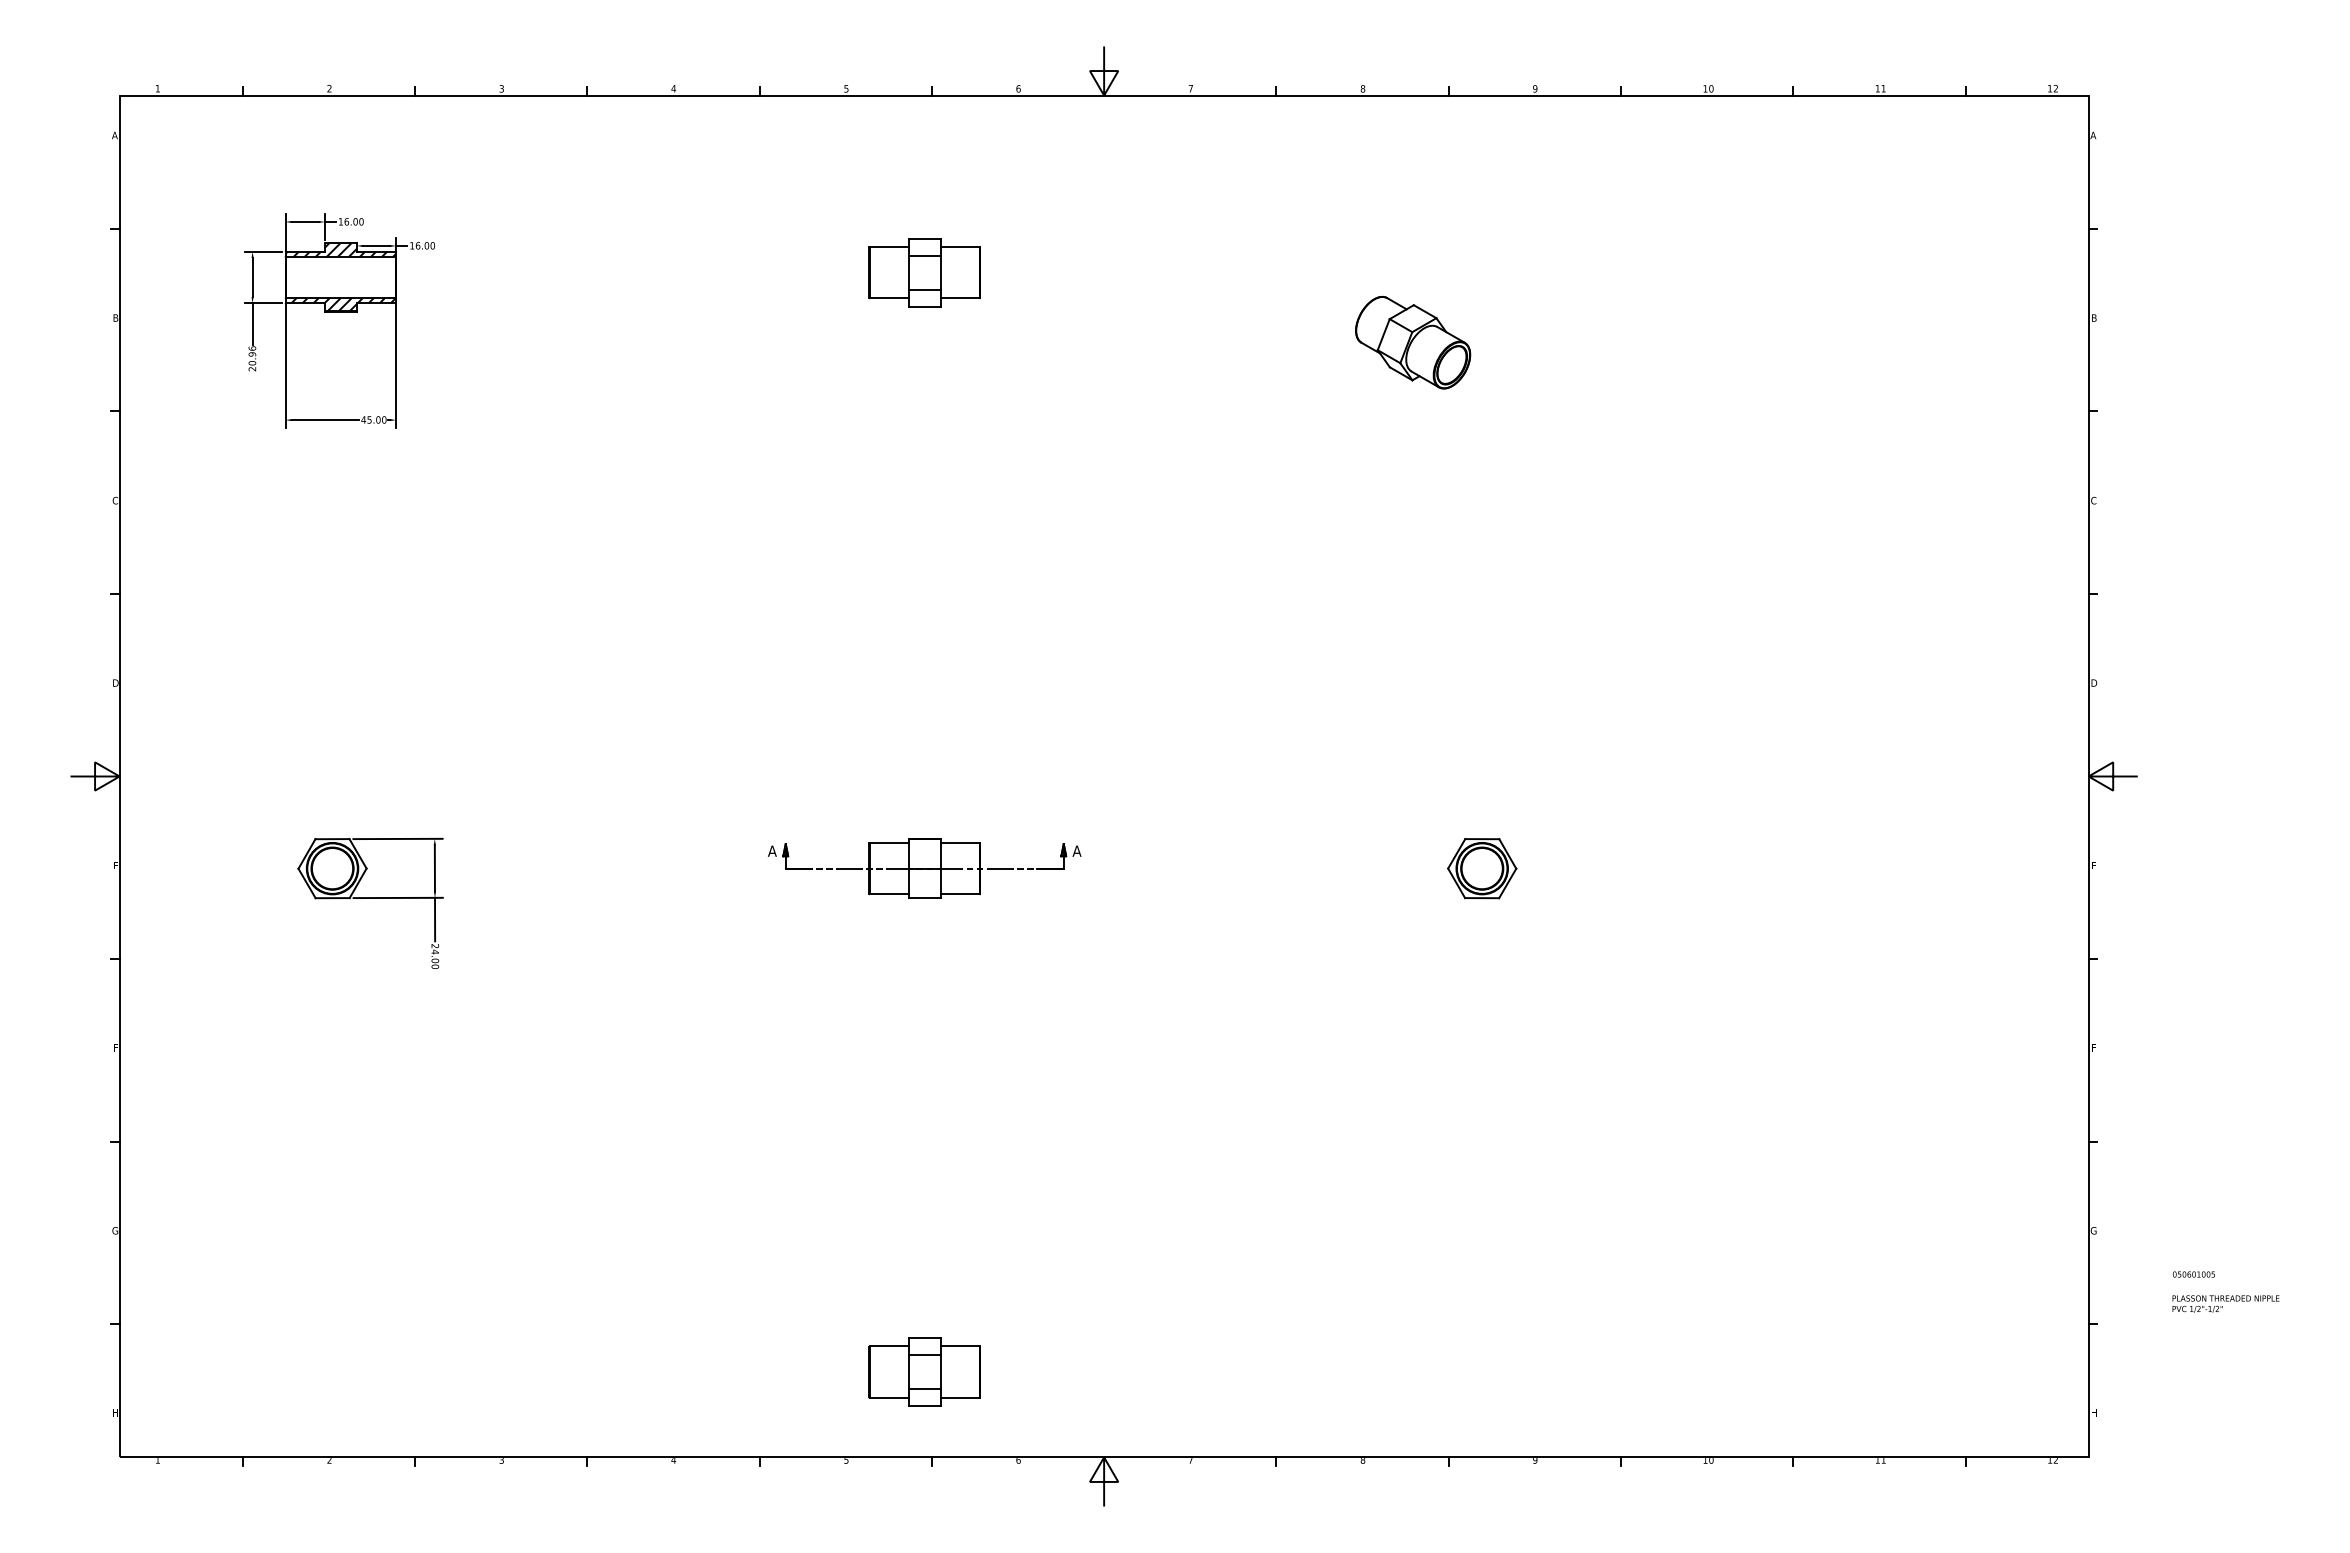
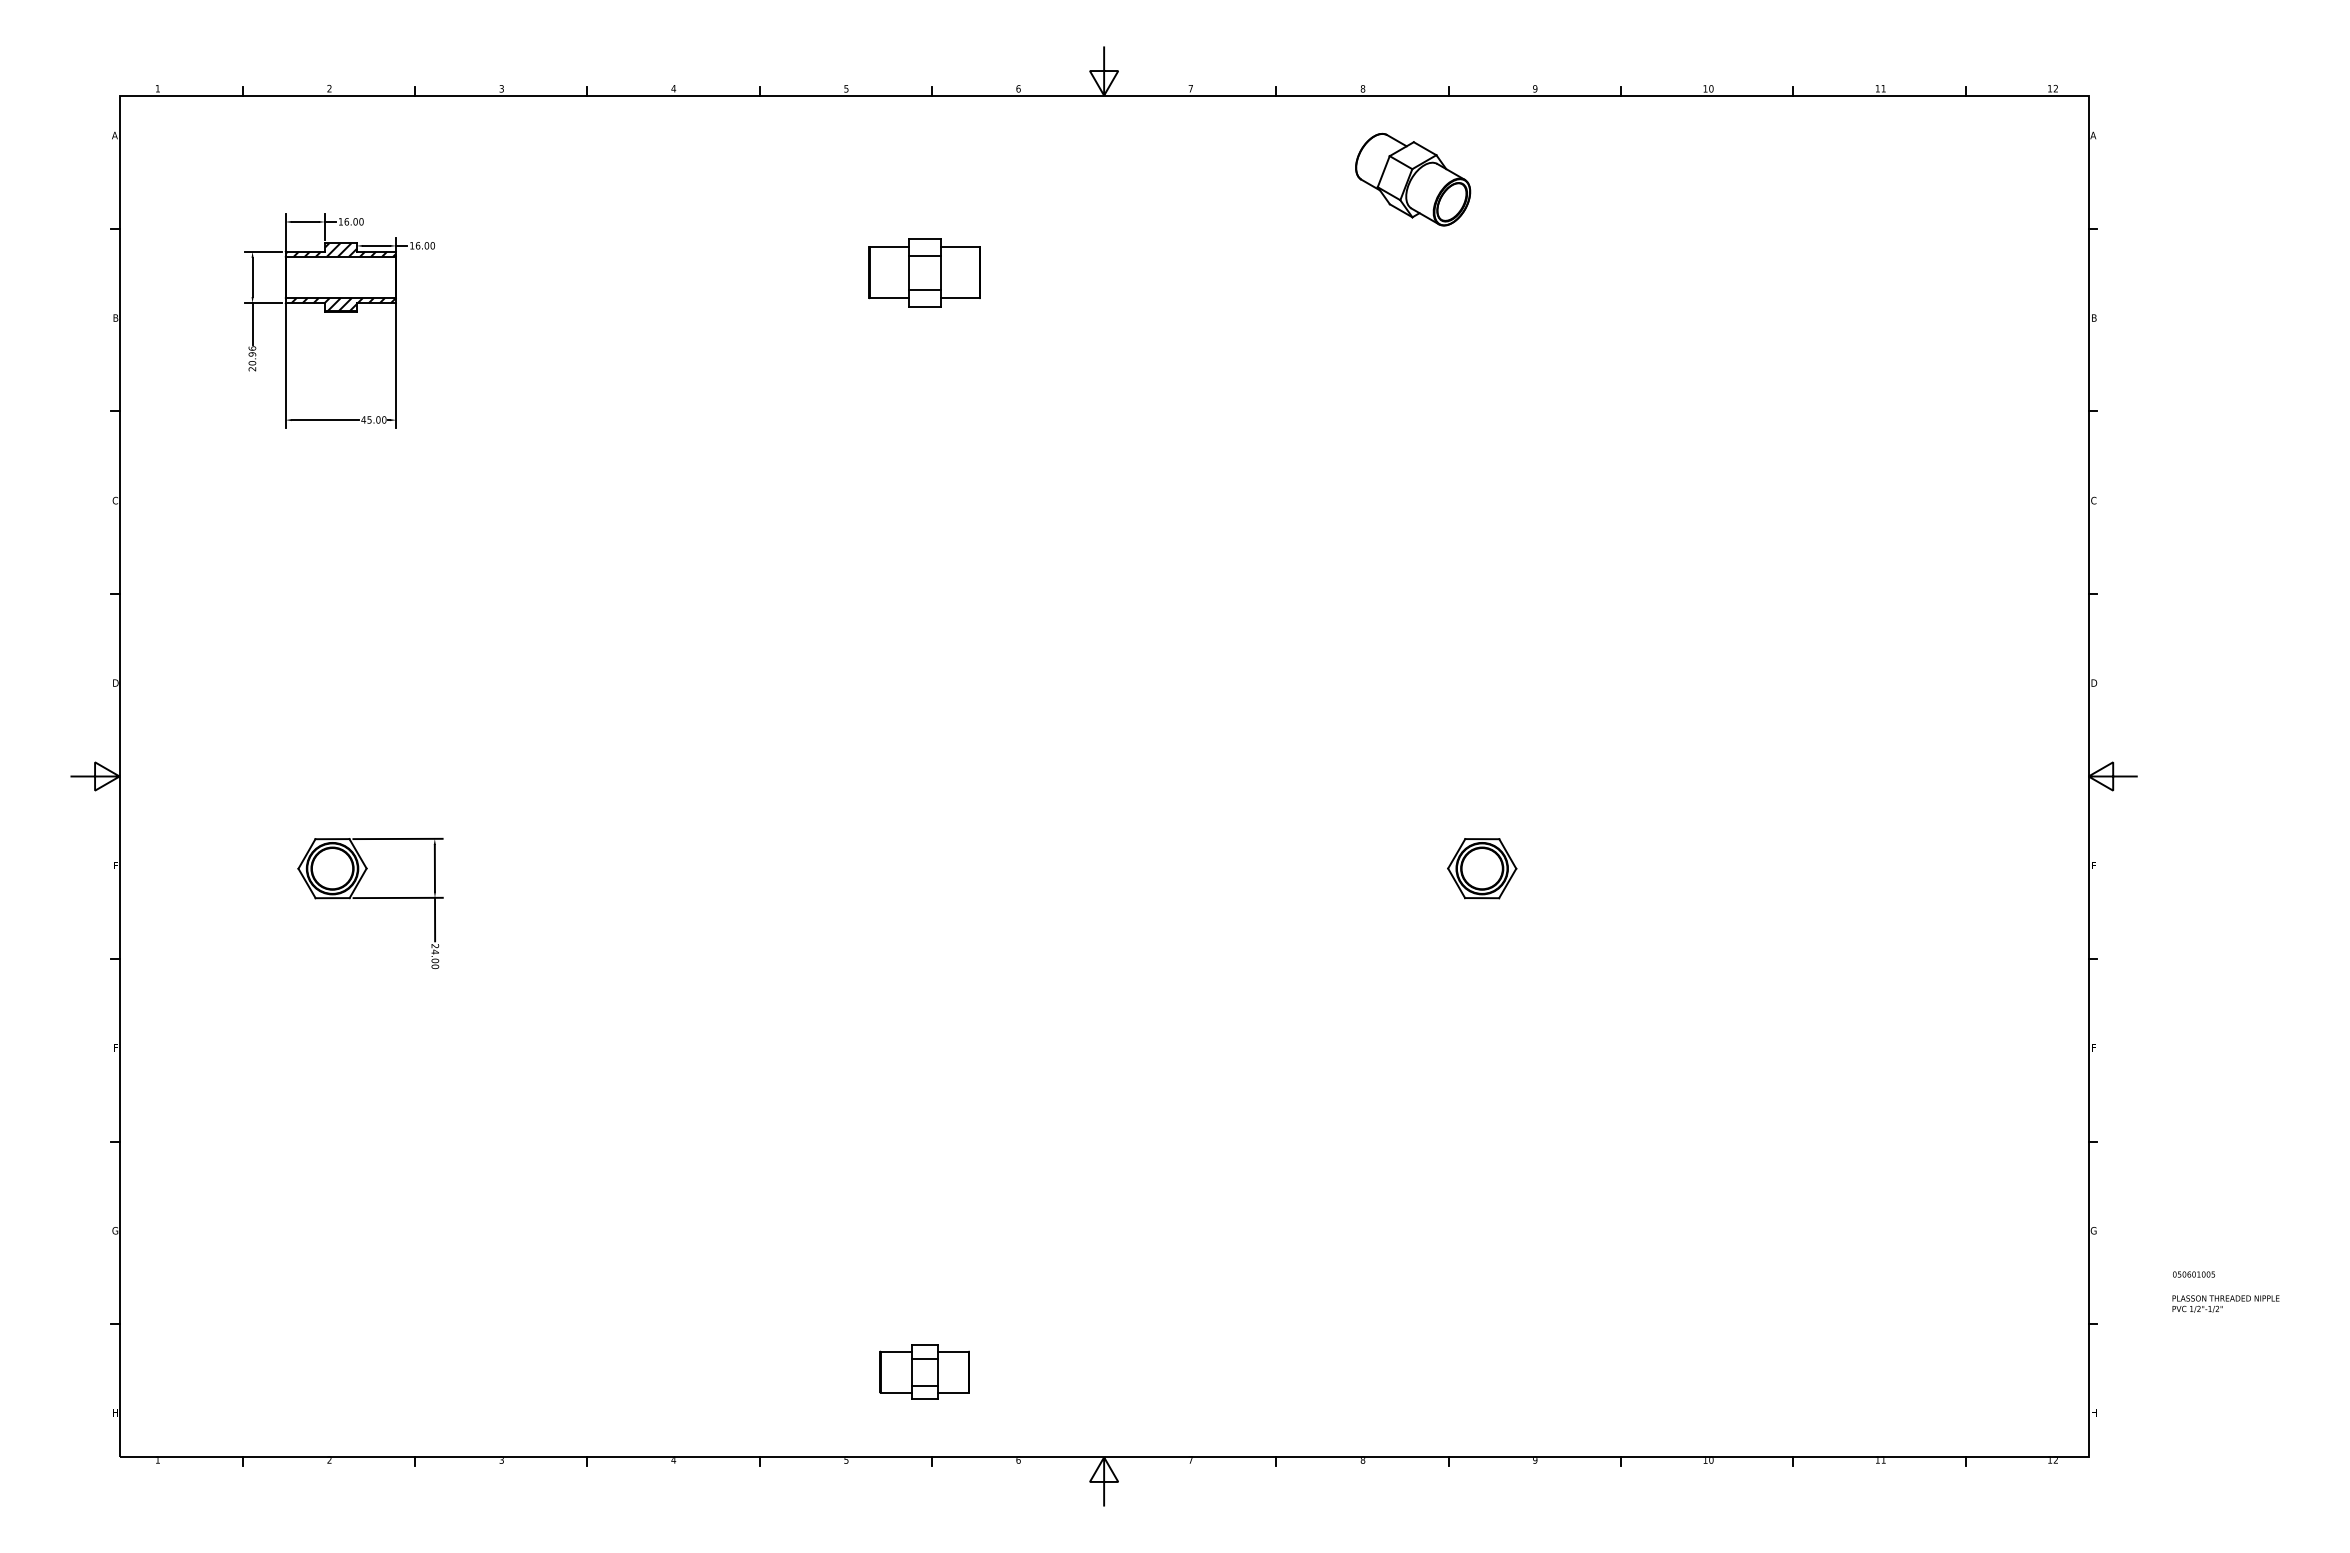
part at (1413, 342) position: (1413, 342) -> (1413, 179)
part at (924, 868): present -> none
part at (924, 1371) size: 113x70 px -> 91x56 px
